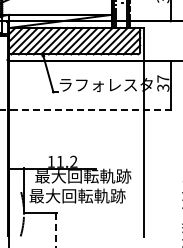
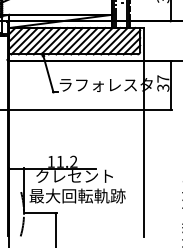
line at (86, 110): dashed -> solid
text at (83, 175): 最大回転軌跡 -> クレセント
line at (55, 230): dashed -> solid
